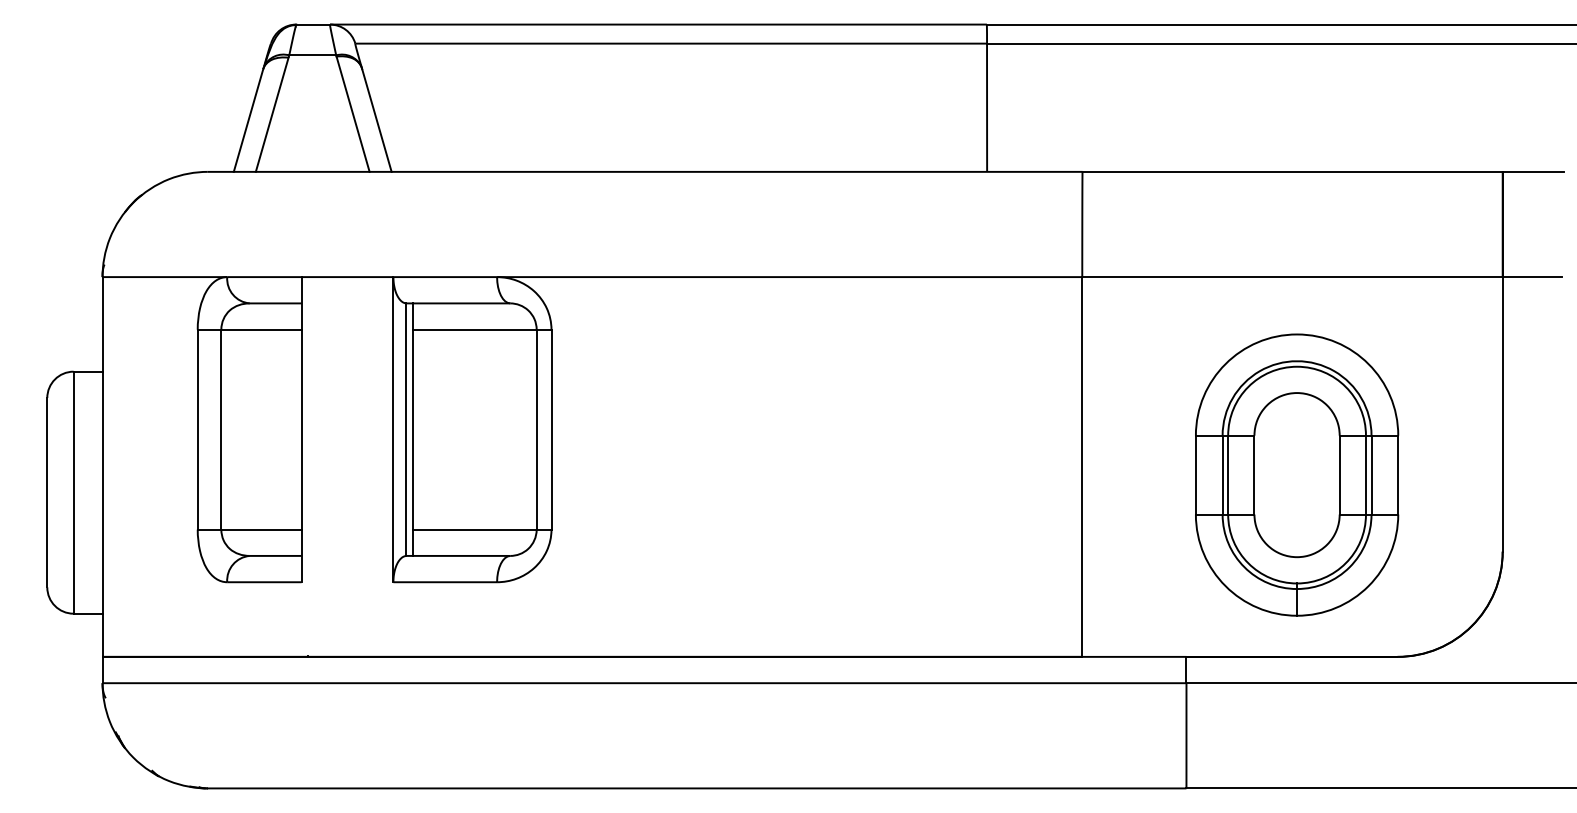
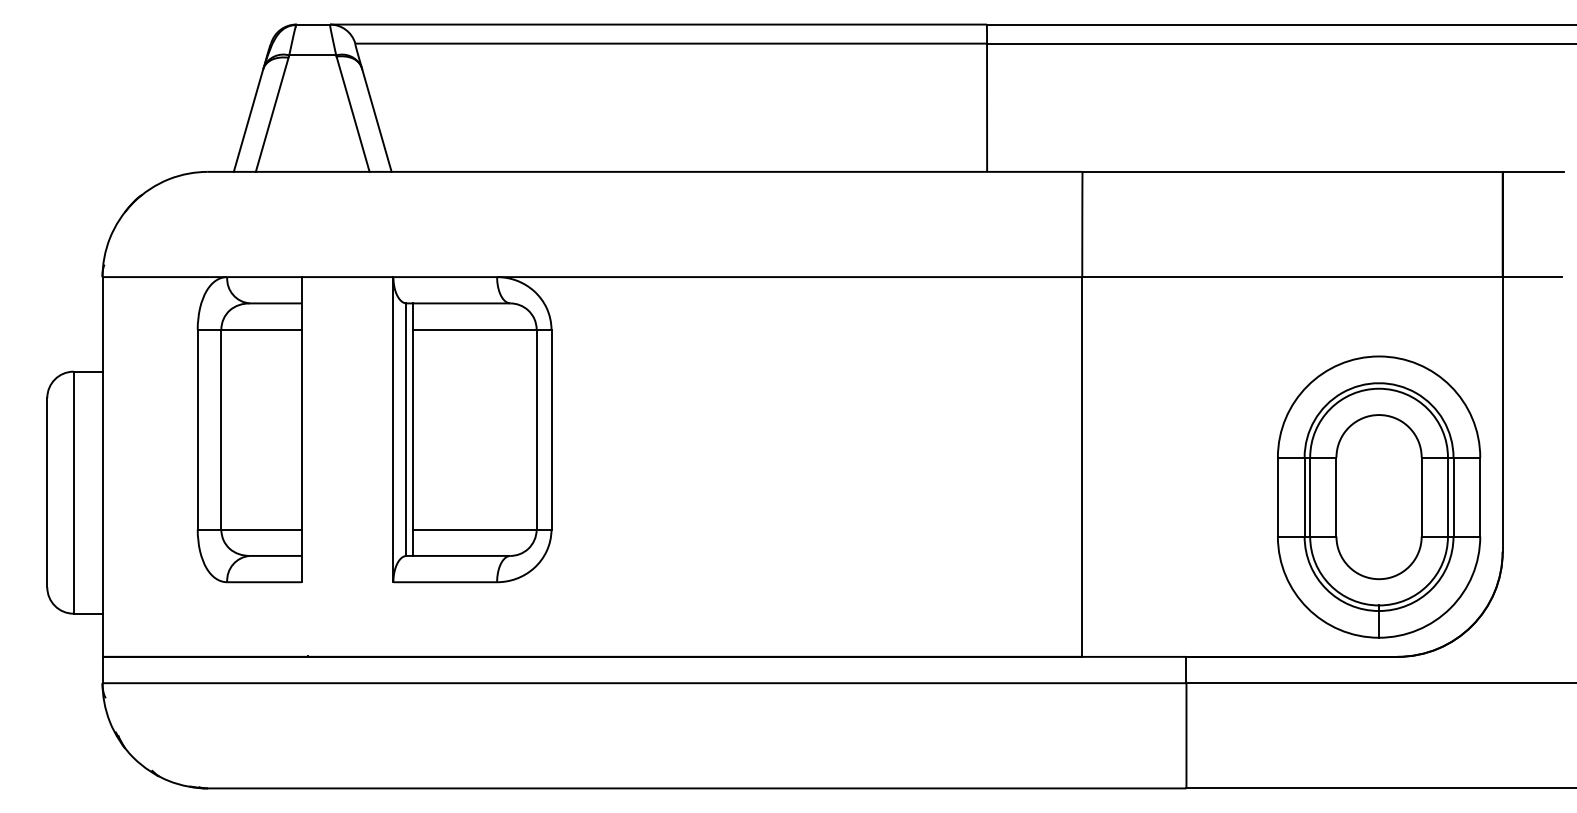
part at (1297, 474) position: (1297, 474) -> (1379, 496)
